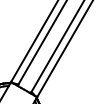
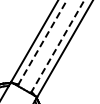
line at (42, 43): solid -> dashed
line at (57, 46): solid -> dashed
